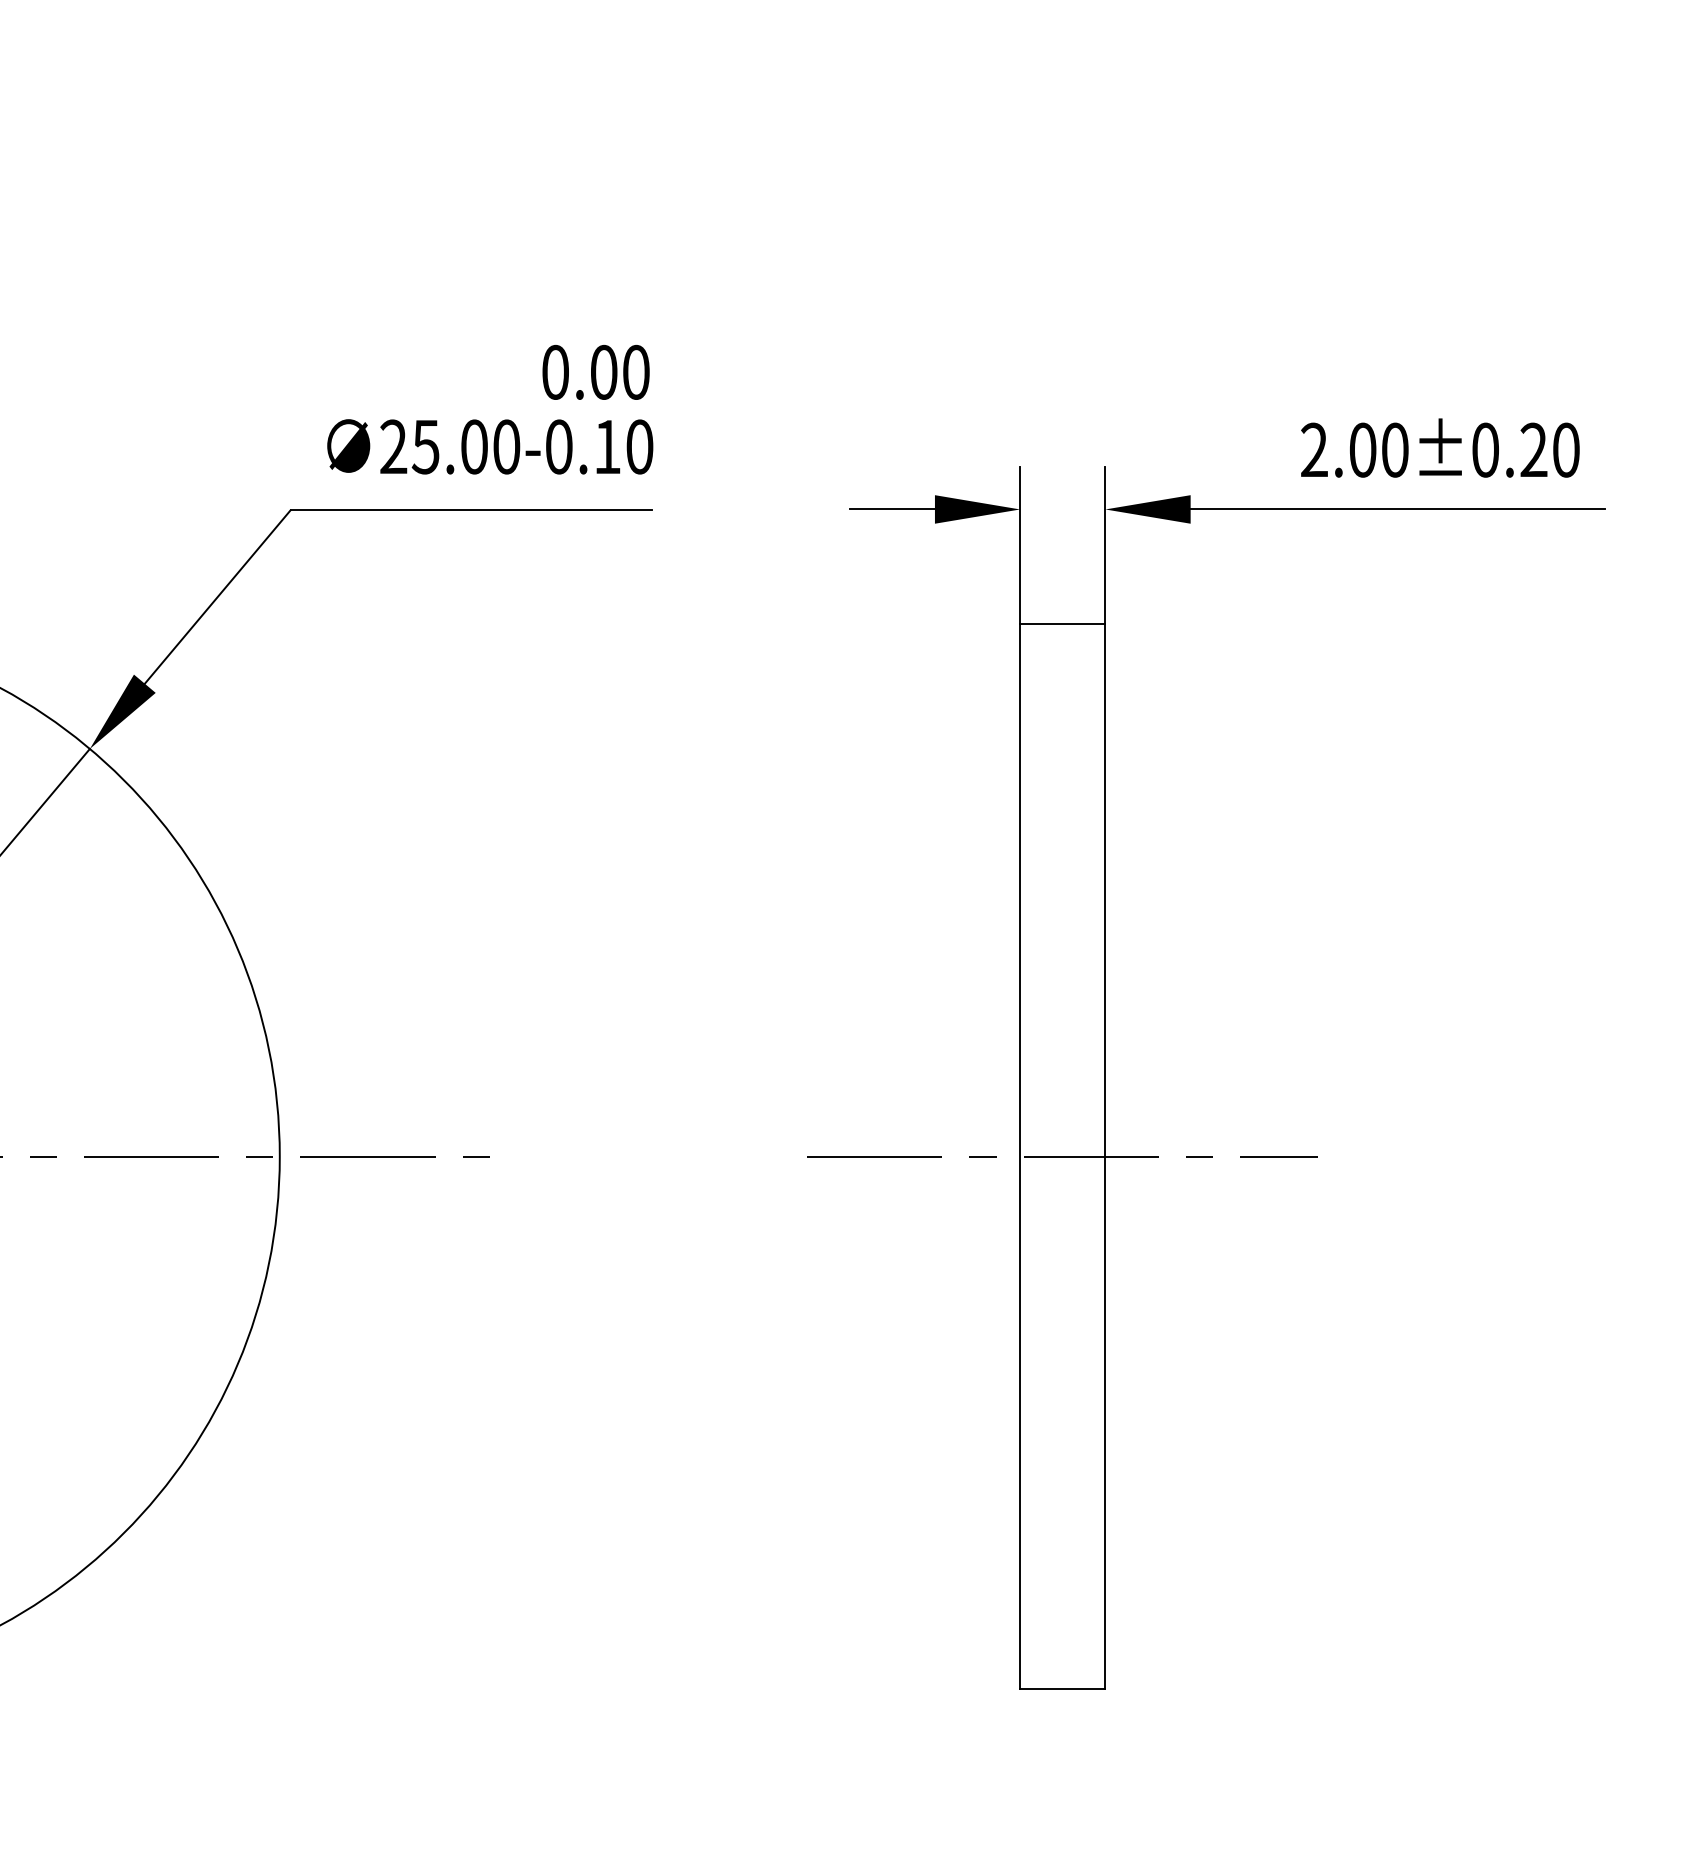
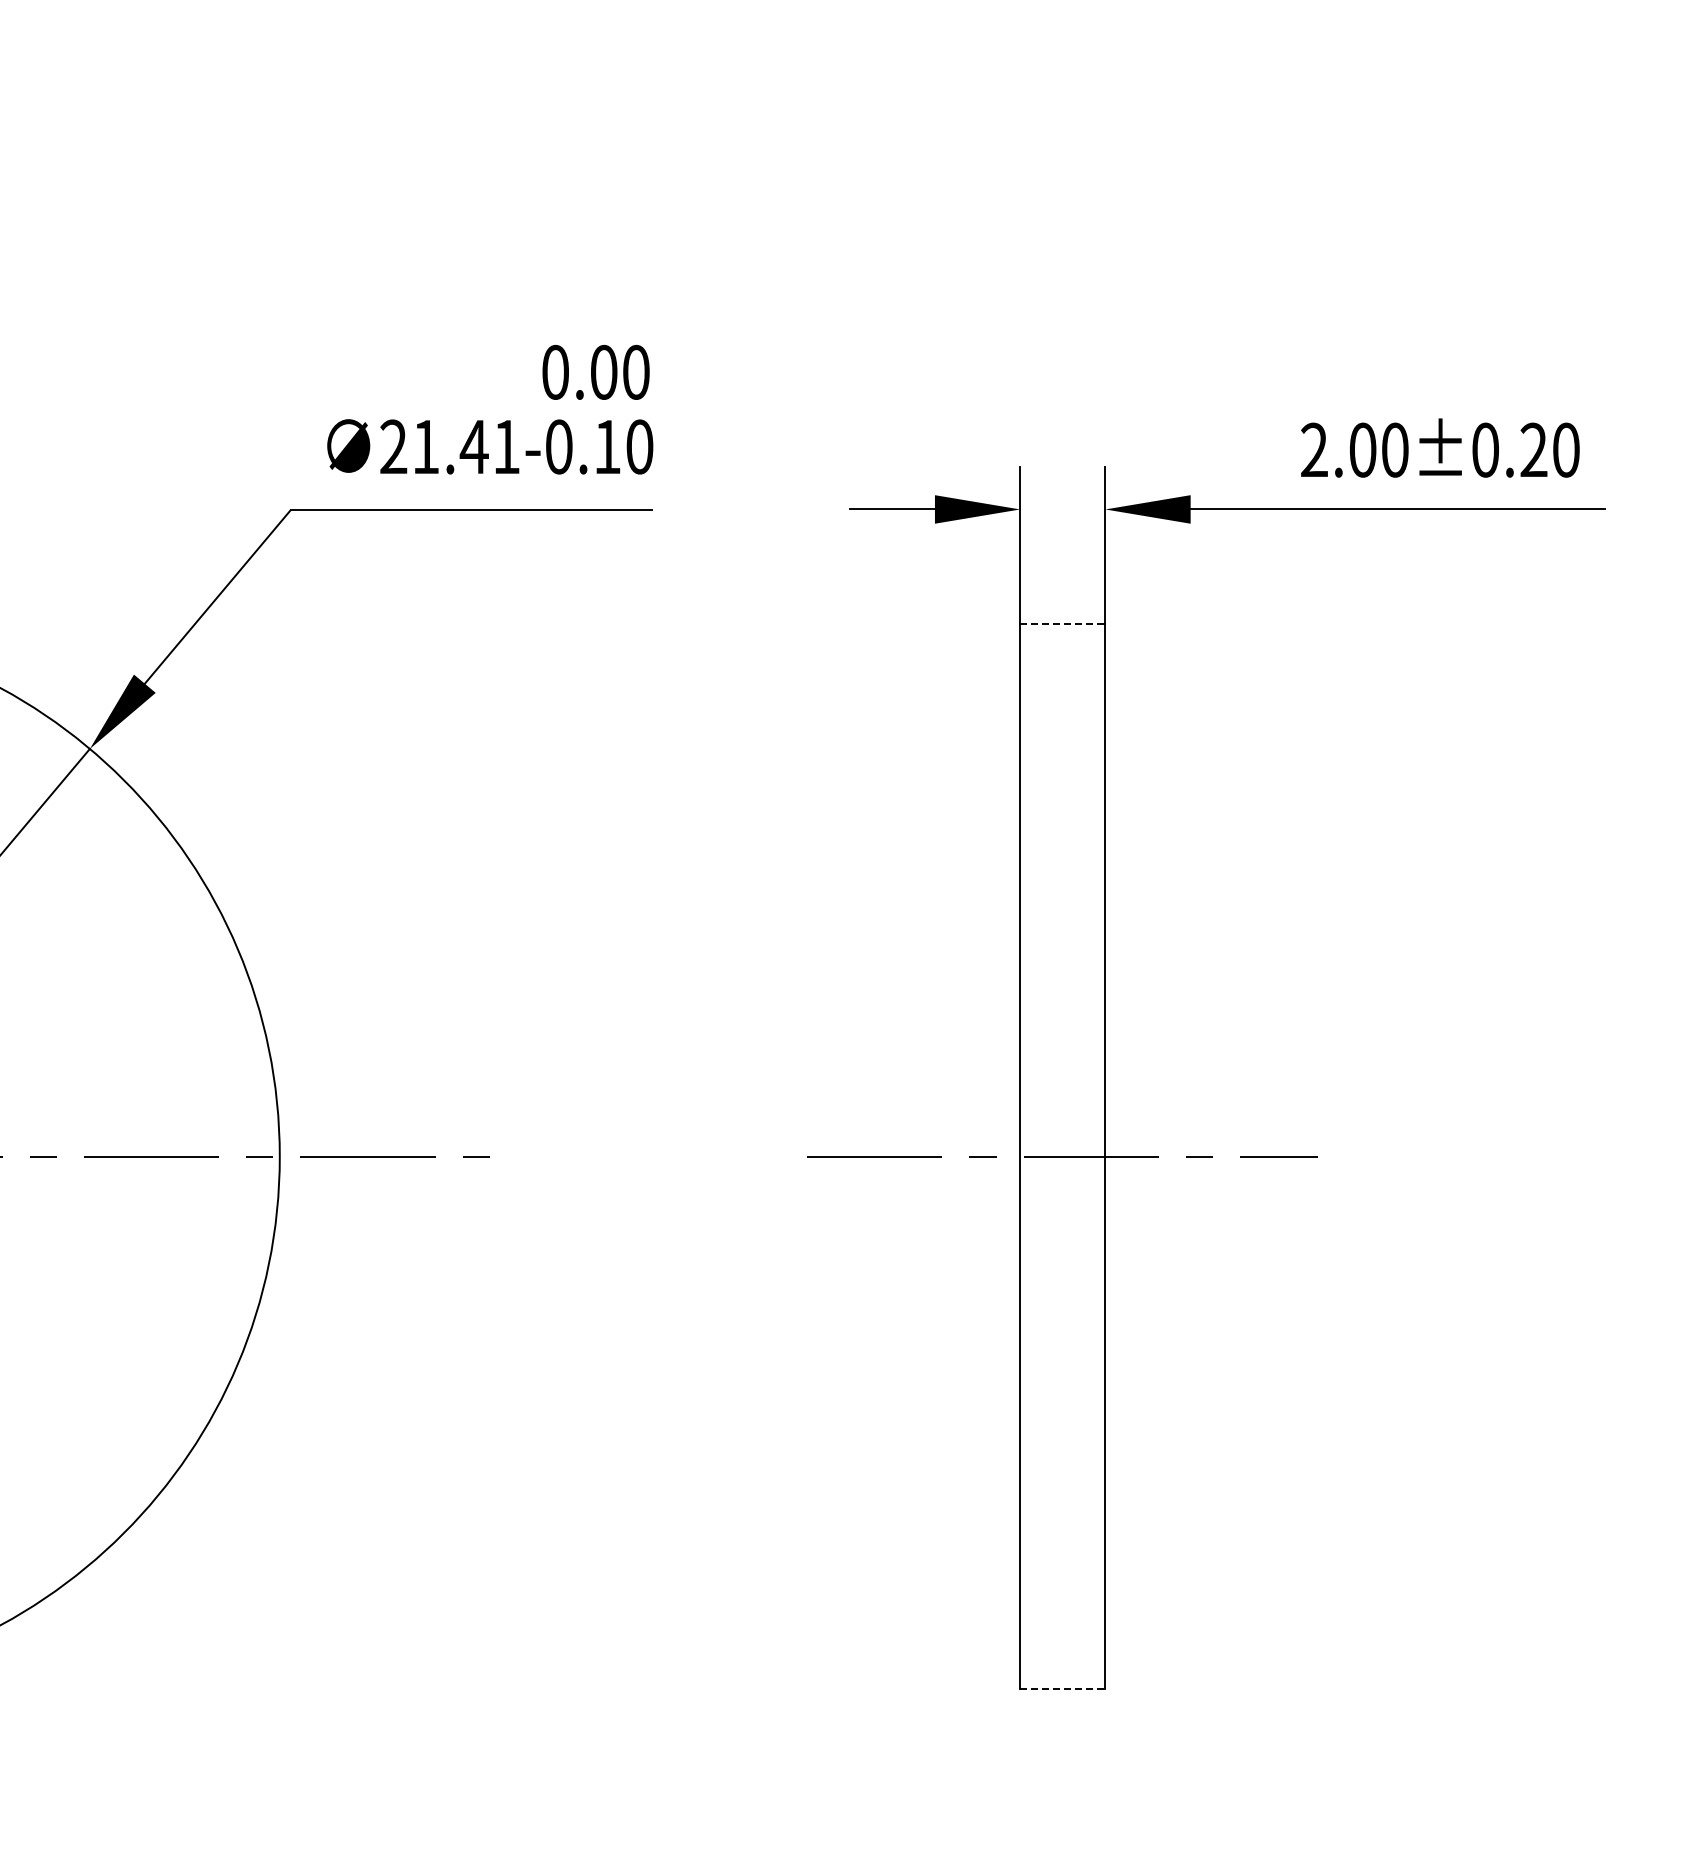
text at (465, 446): 25.00 -> 21.41
line at (1062, 623): solid -> dashed
line at (1062, 1689): solid -> dashed
